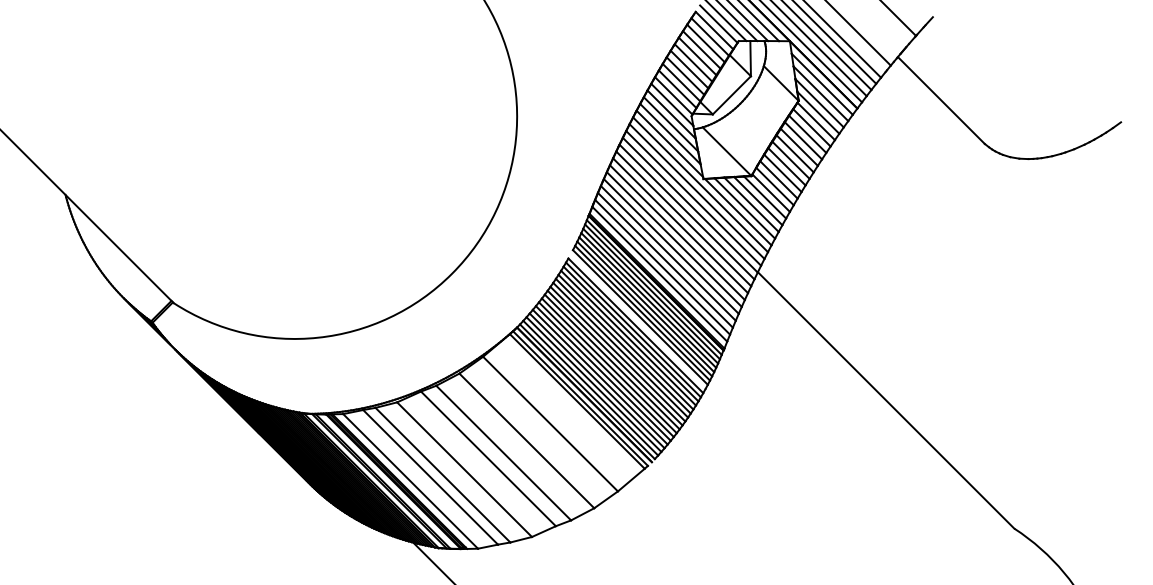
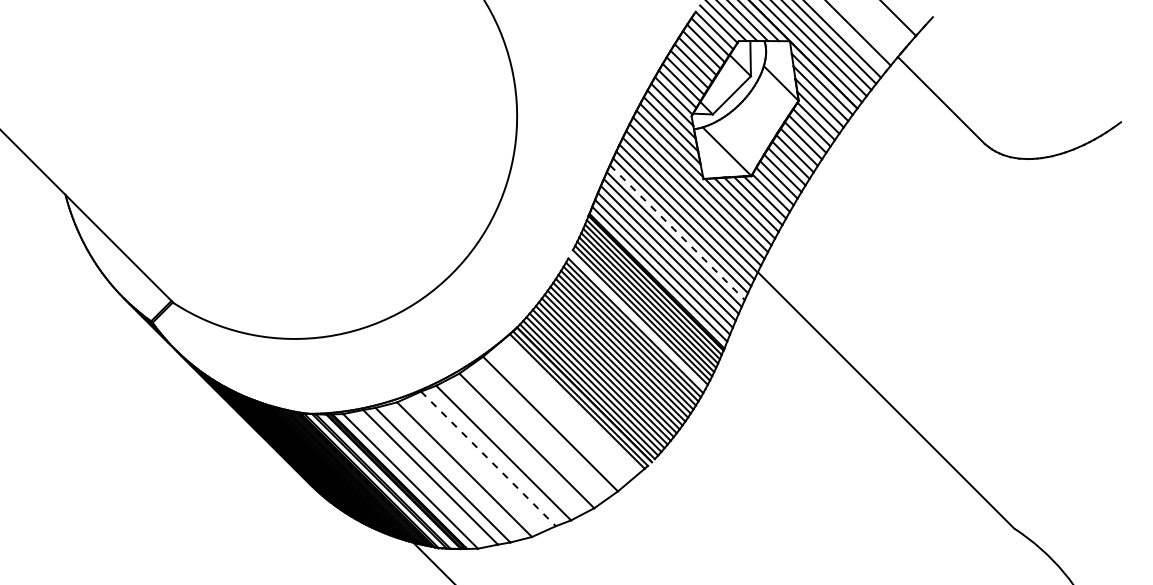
line at (677, 233): solid -> dashed
line at (488, 459): solid -> dashed
